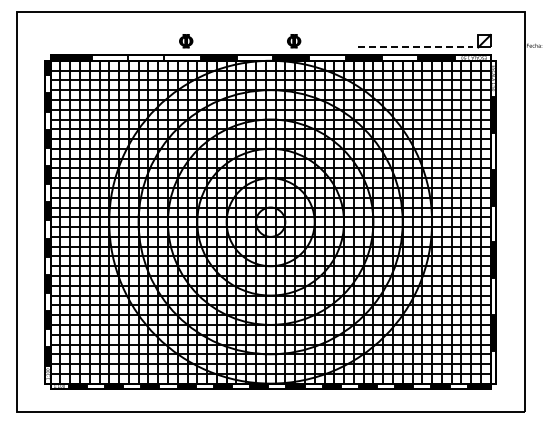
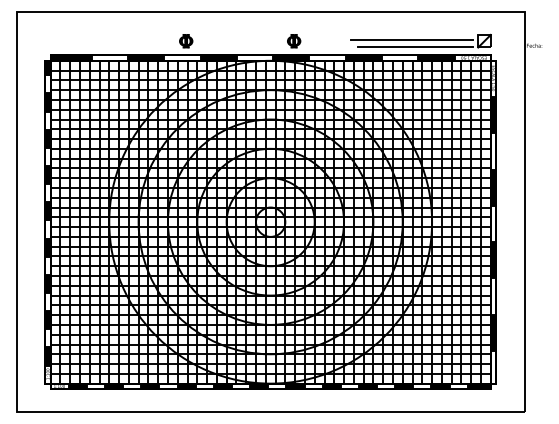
line at (411, 39): none -> present
line at (415, 47): dashed -> solid
fill at (146, 57): none -> present
